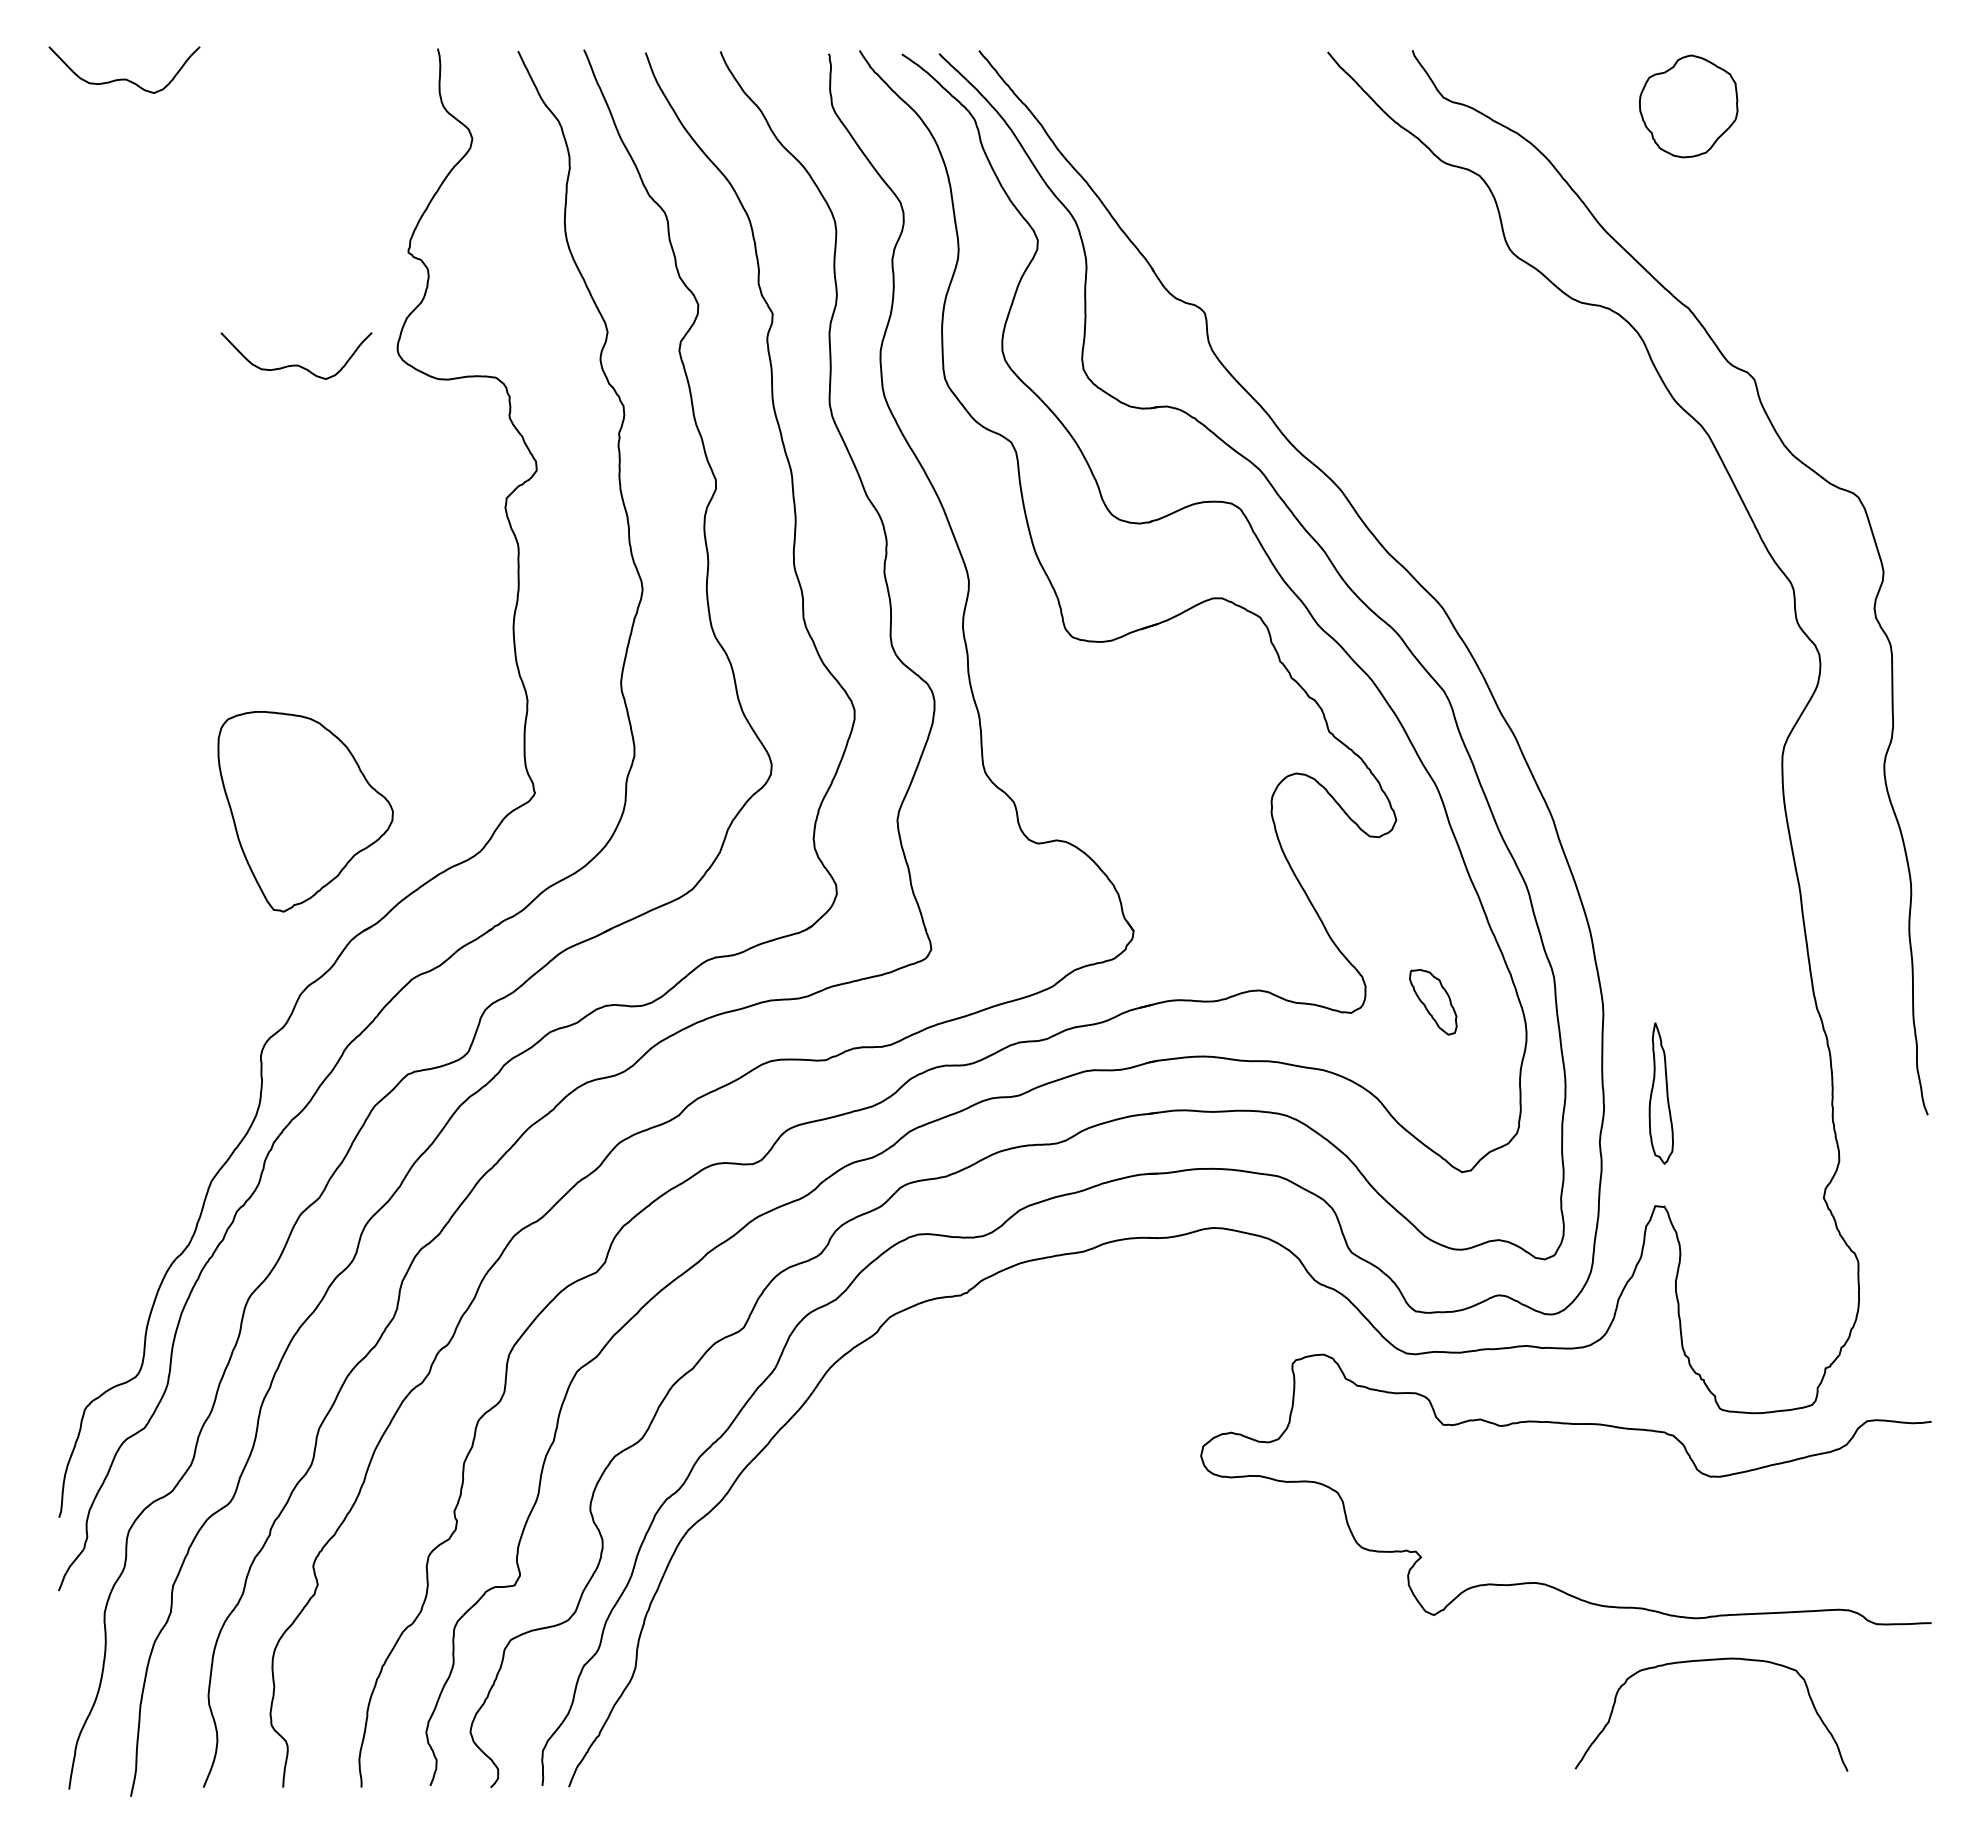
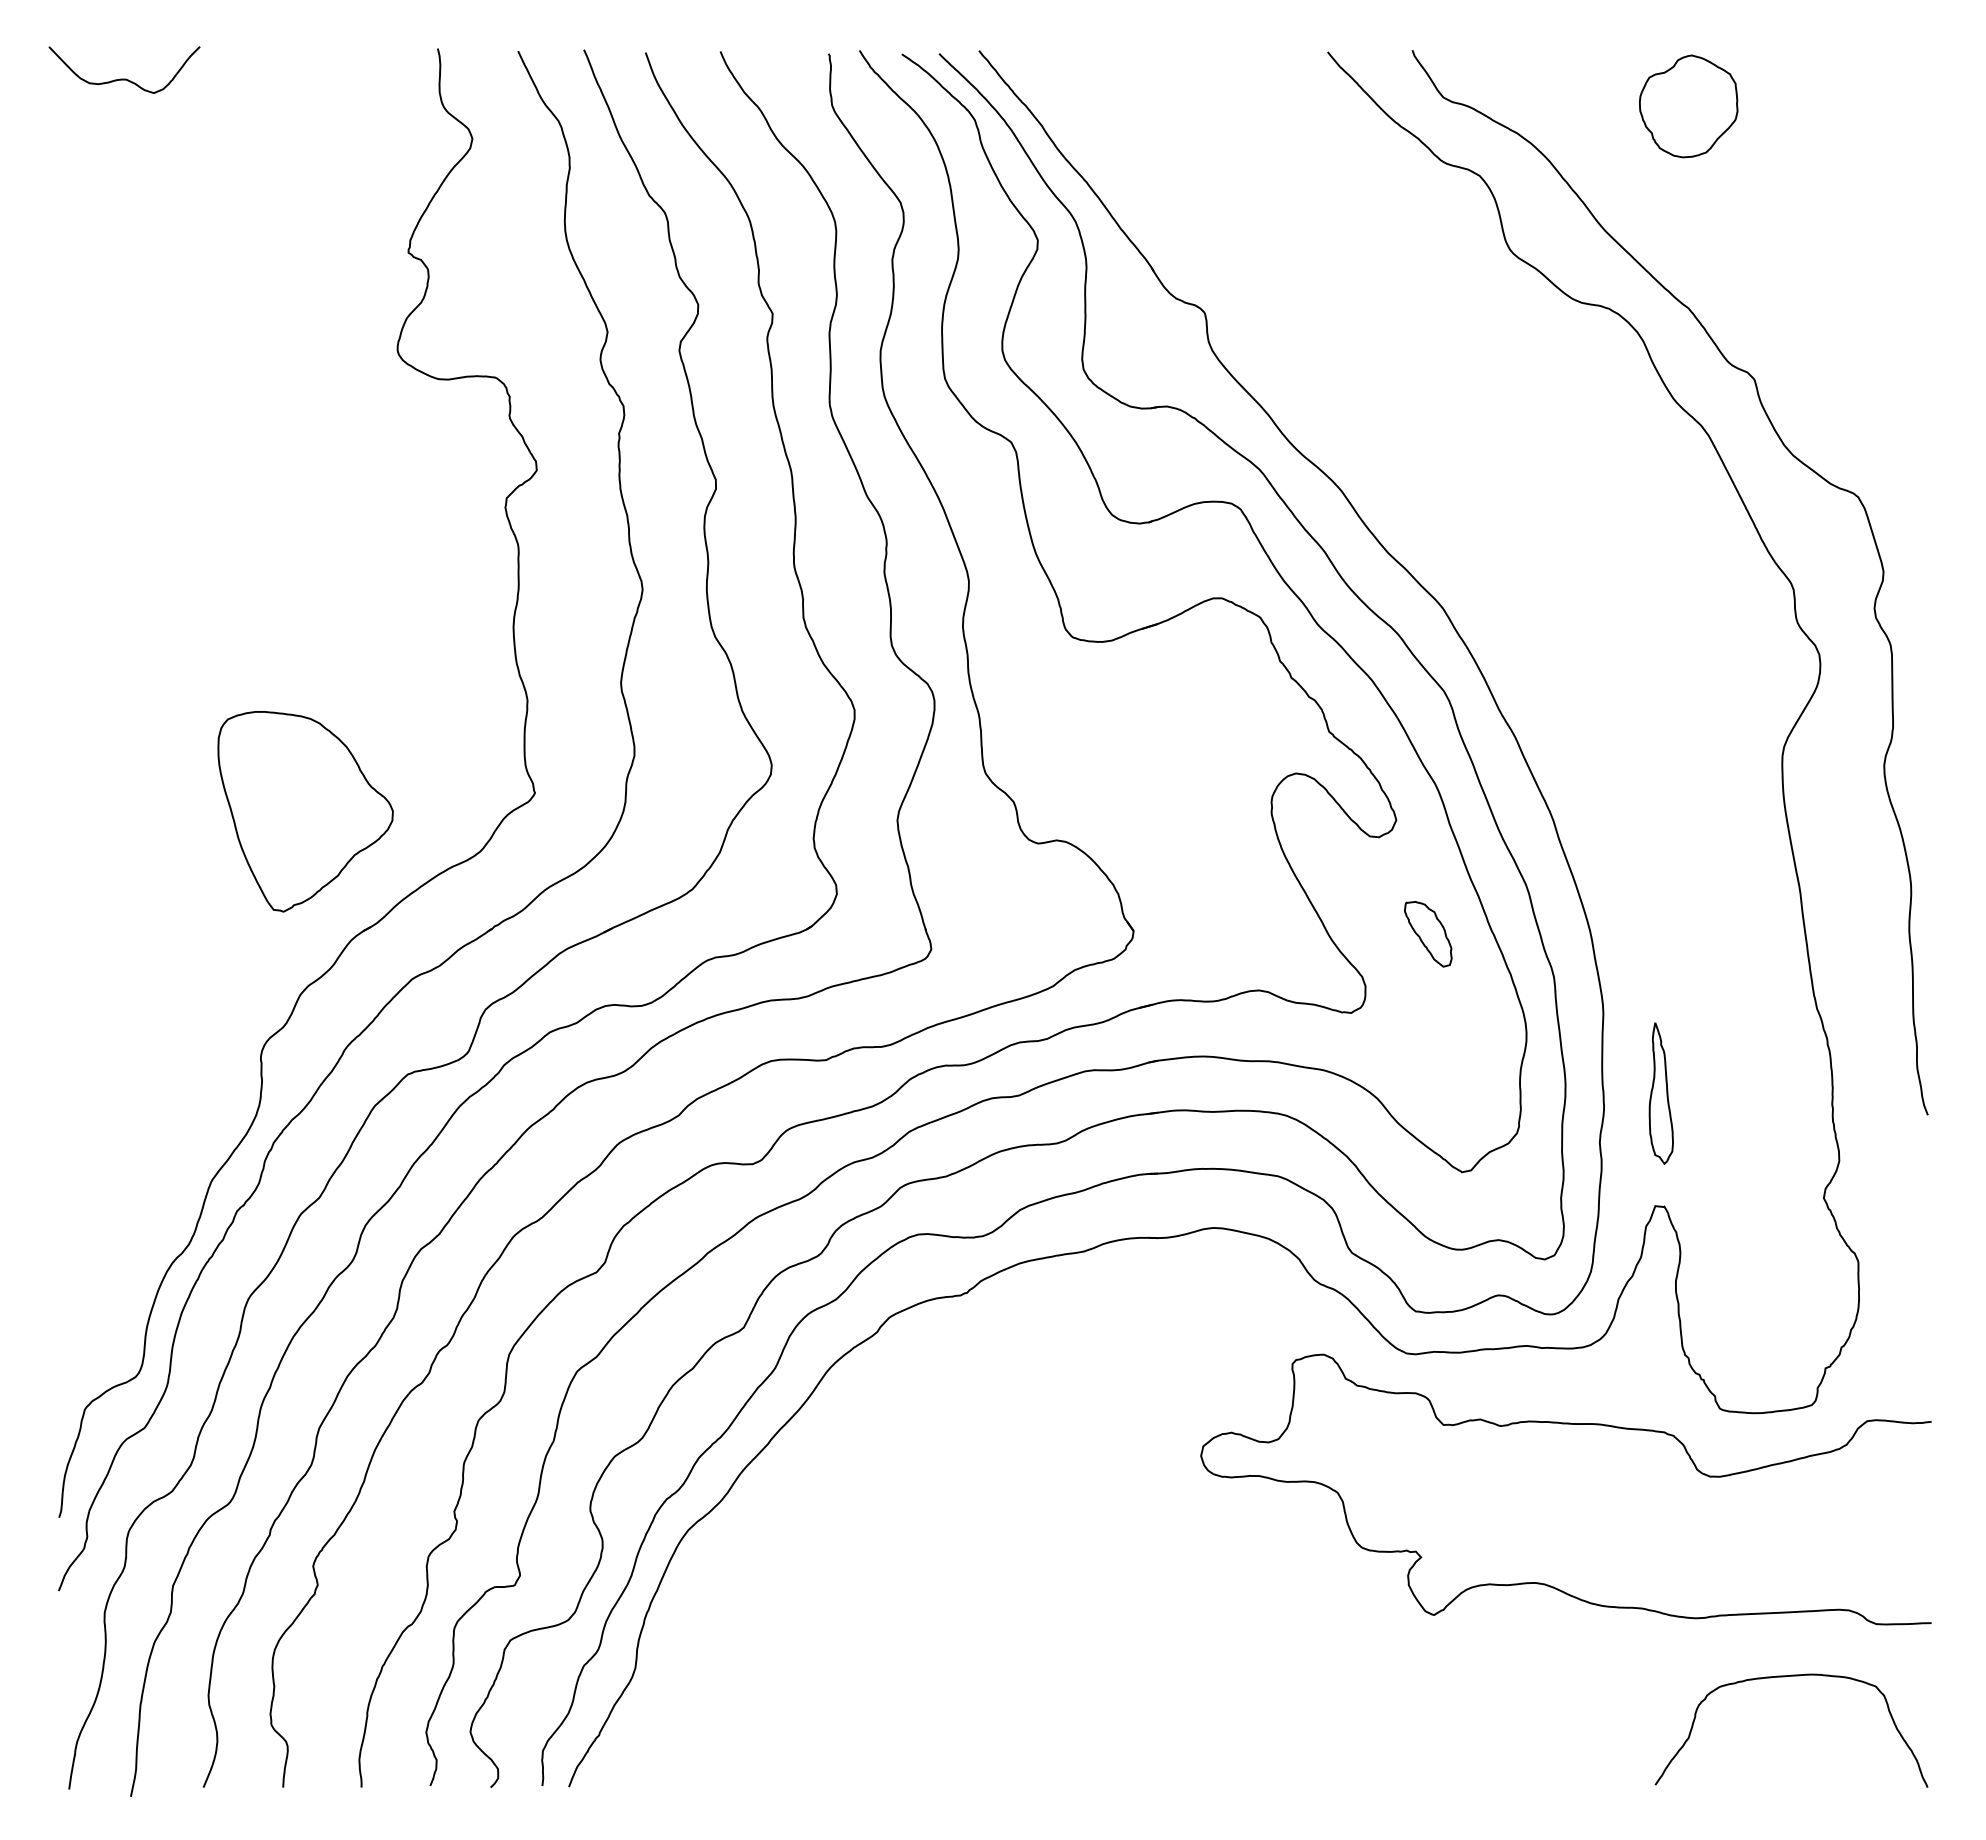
curve at (296, 364): present -> none
part at (1433, 1002) position: (1433, 1002) -> (1428, 934)
curve at (1705, 1661) position: (1705, 1661) -> (1785, 1677)
